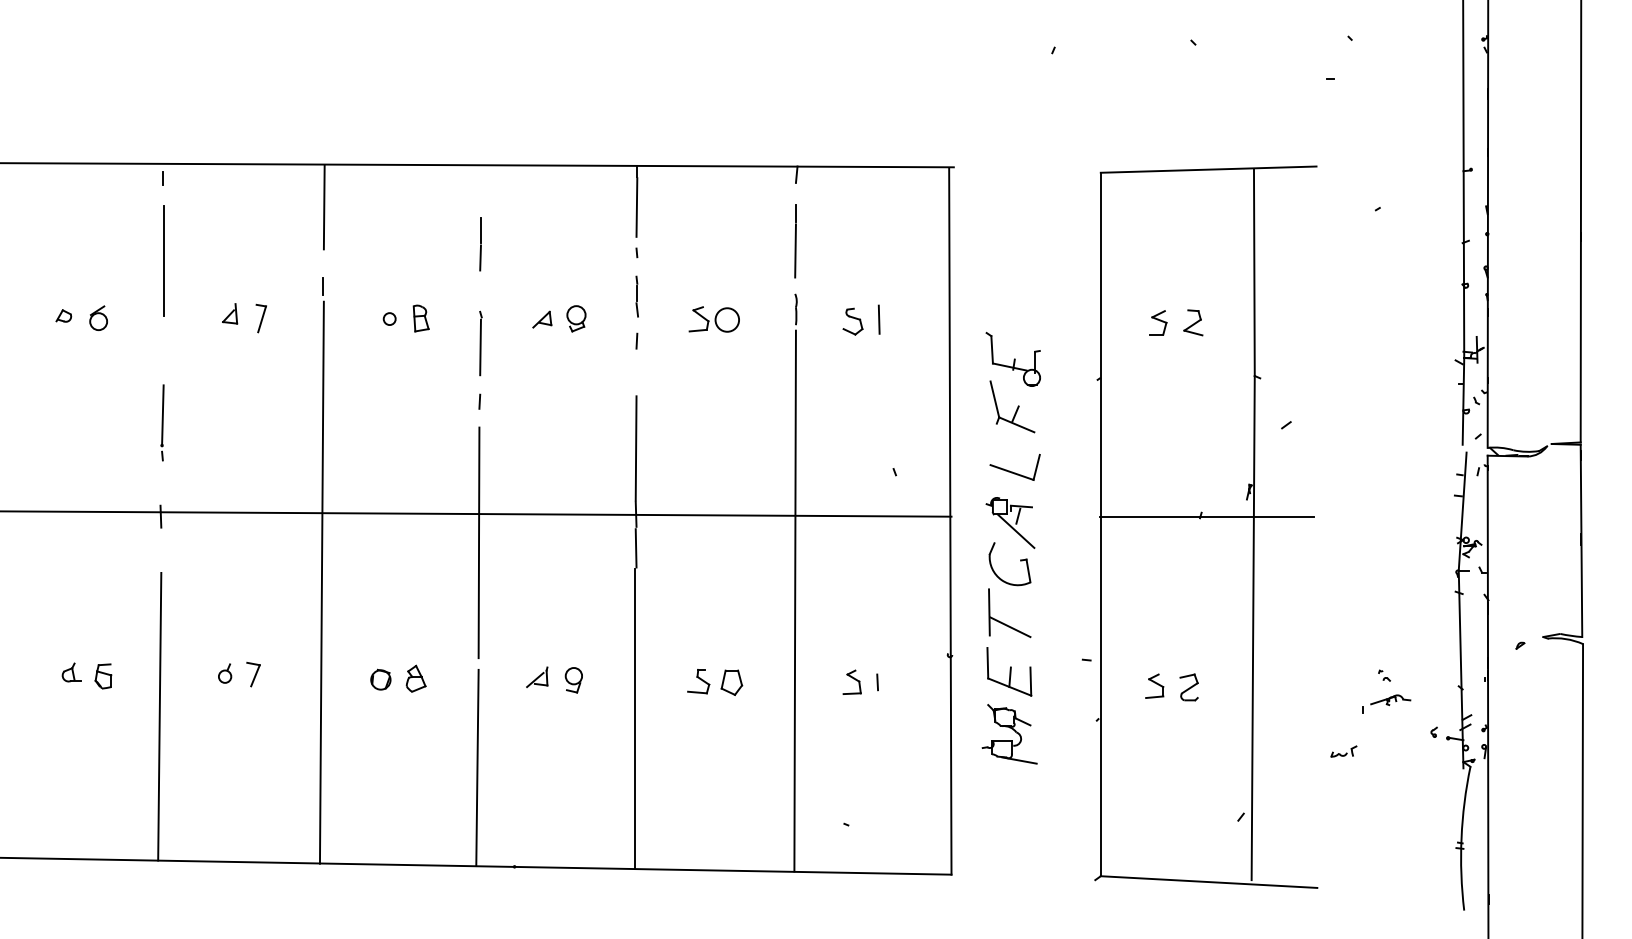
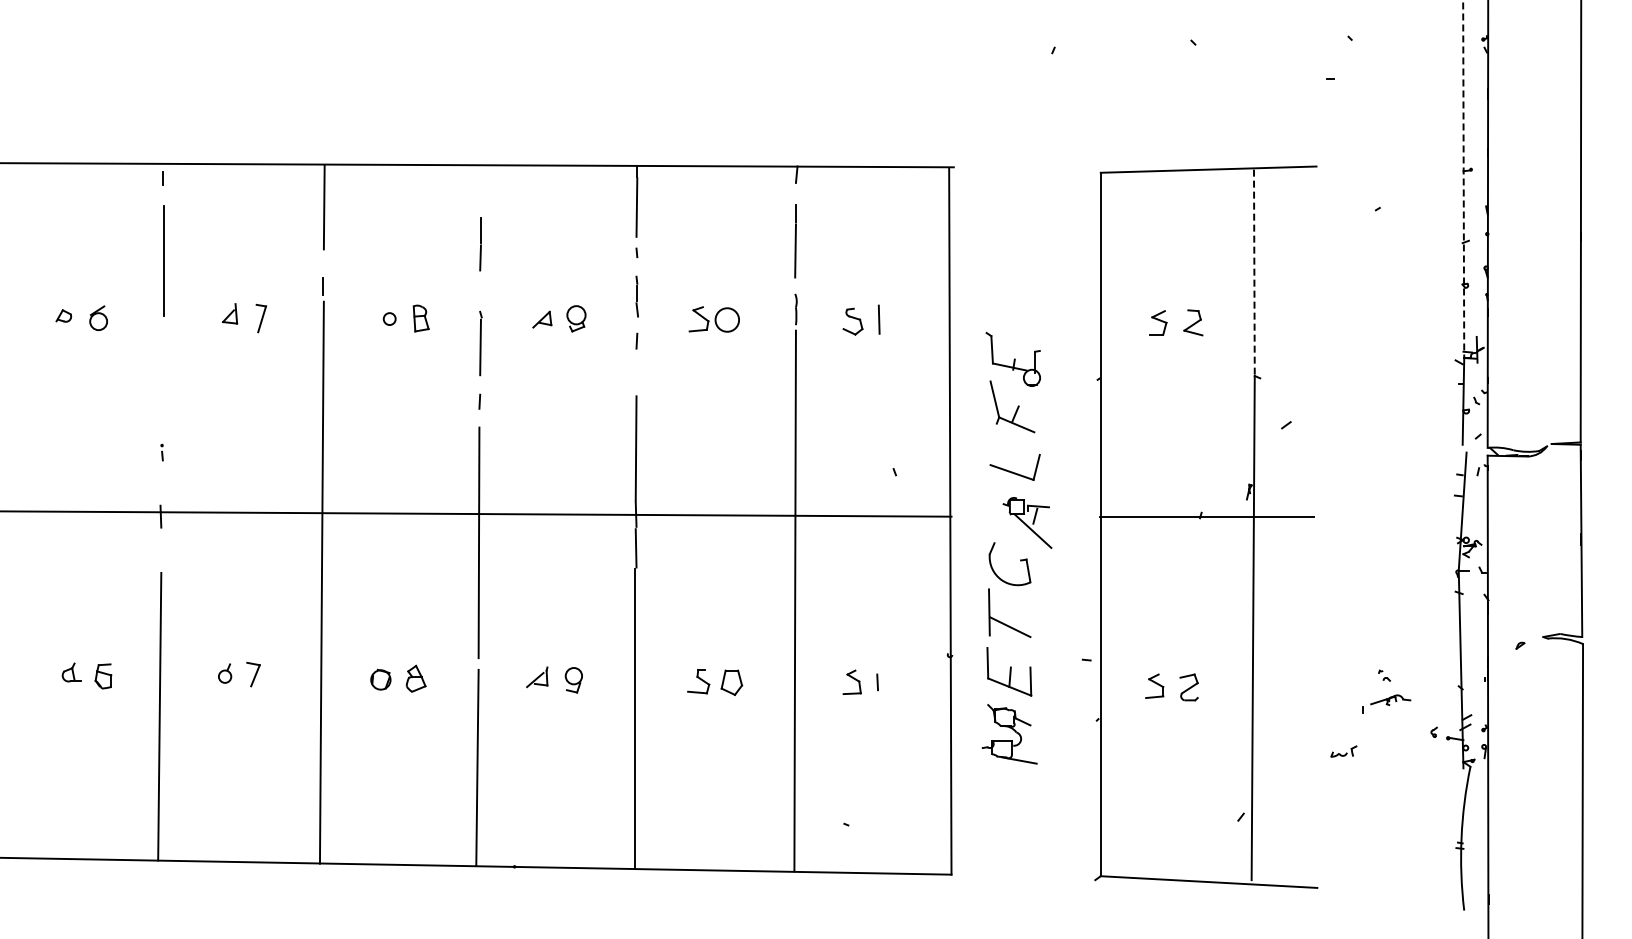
line at (1463, 179): solid -> dashed
line at (1254, 273): solid -> dashed
line at (162, 414): present -> none
part at (1010, 522) position: (1010, 522) -> (1027, 522)
